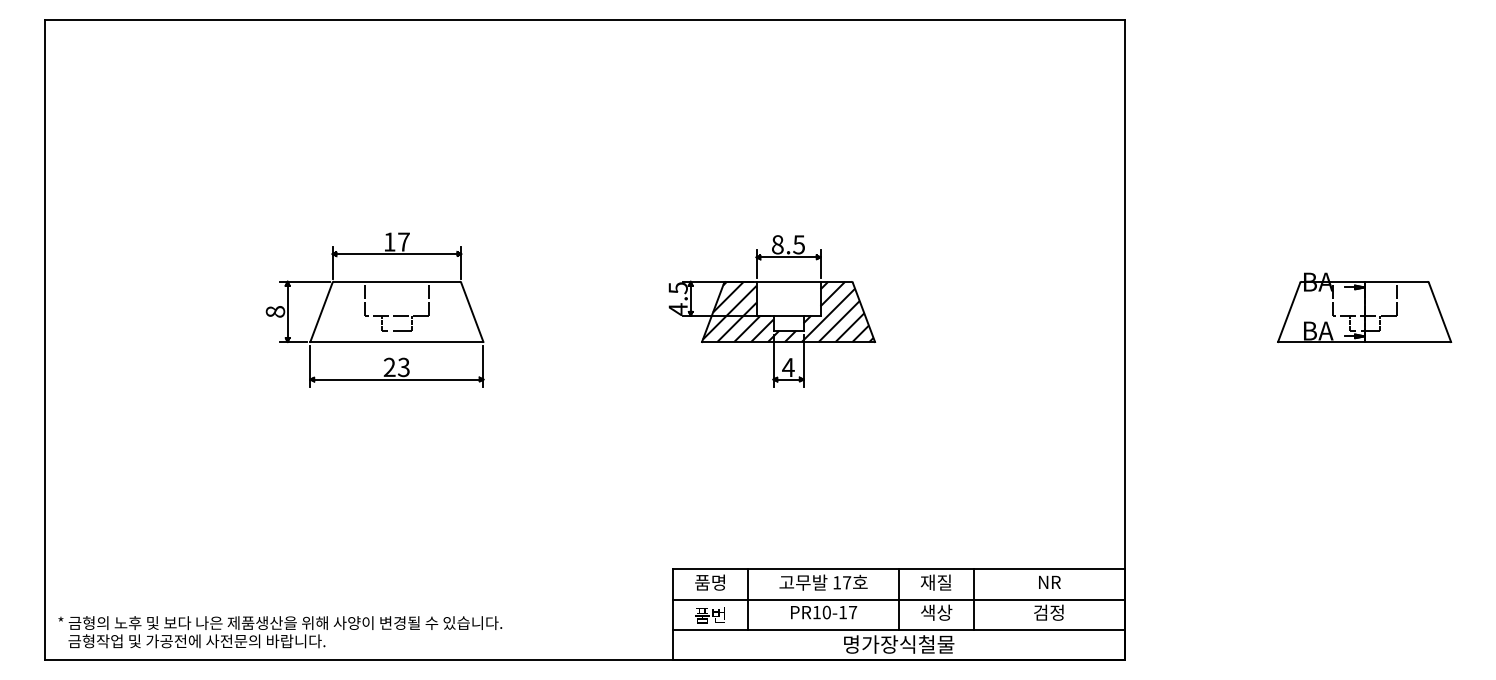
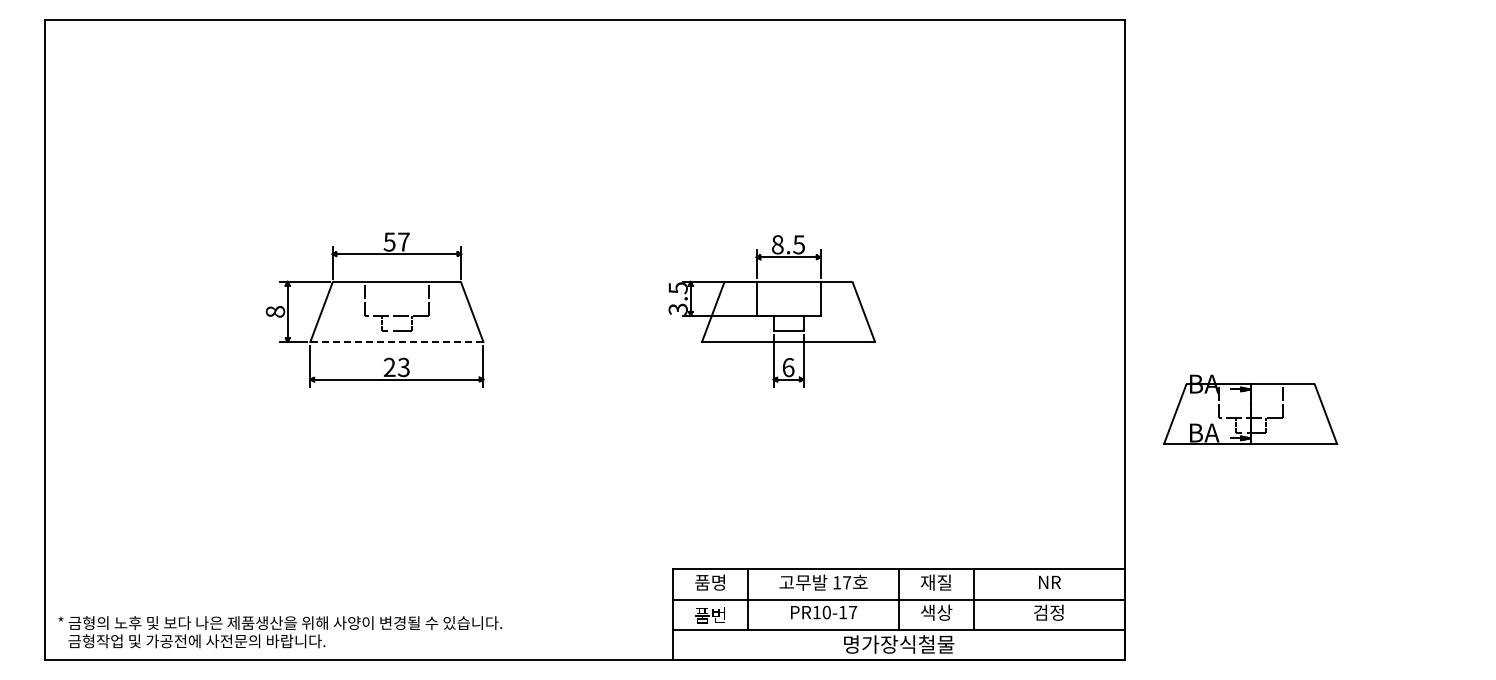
text at (389, 241): 17 -> 57
part at (1364, 307) position: (1364, 307) -> (1250, 409)
text at (677, 309): 4.5 -> 3.5
hatch at (787, 311): present -> none
line at (396, 341): solid -> dashed
text at (788, 367): 4 -> 6
